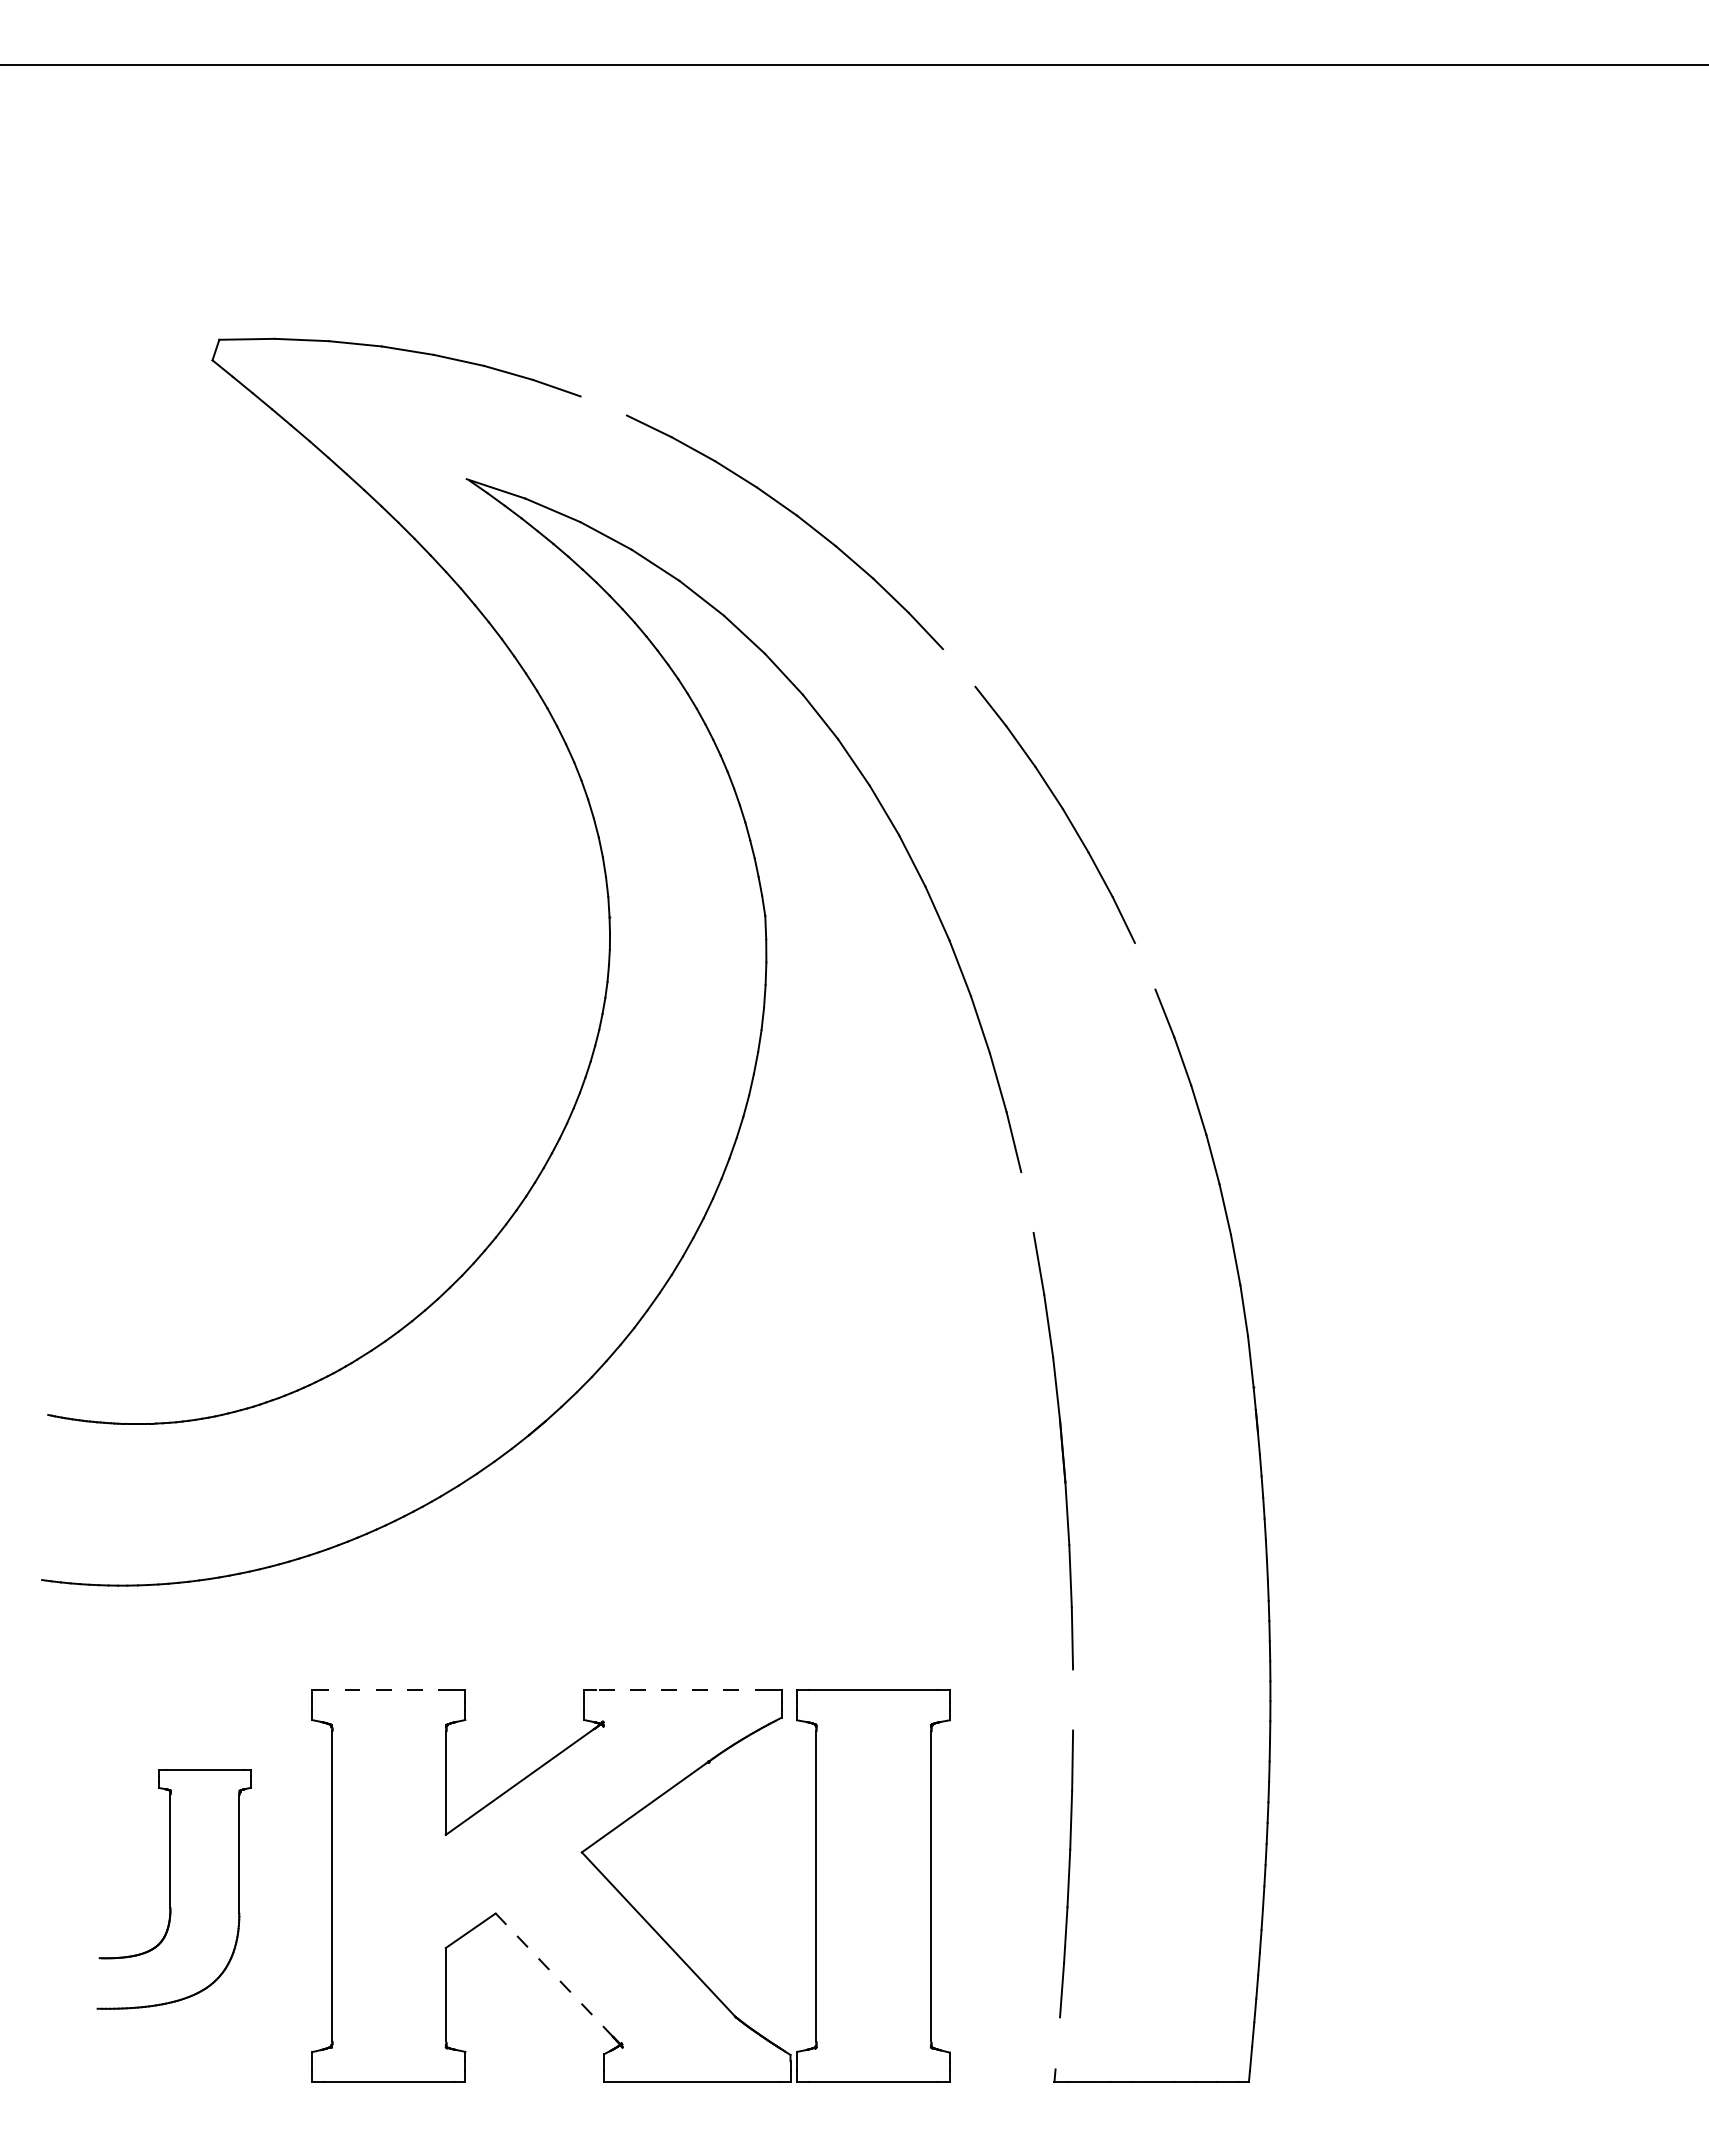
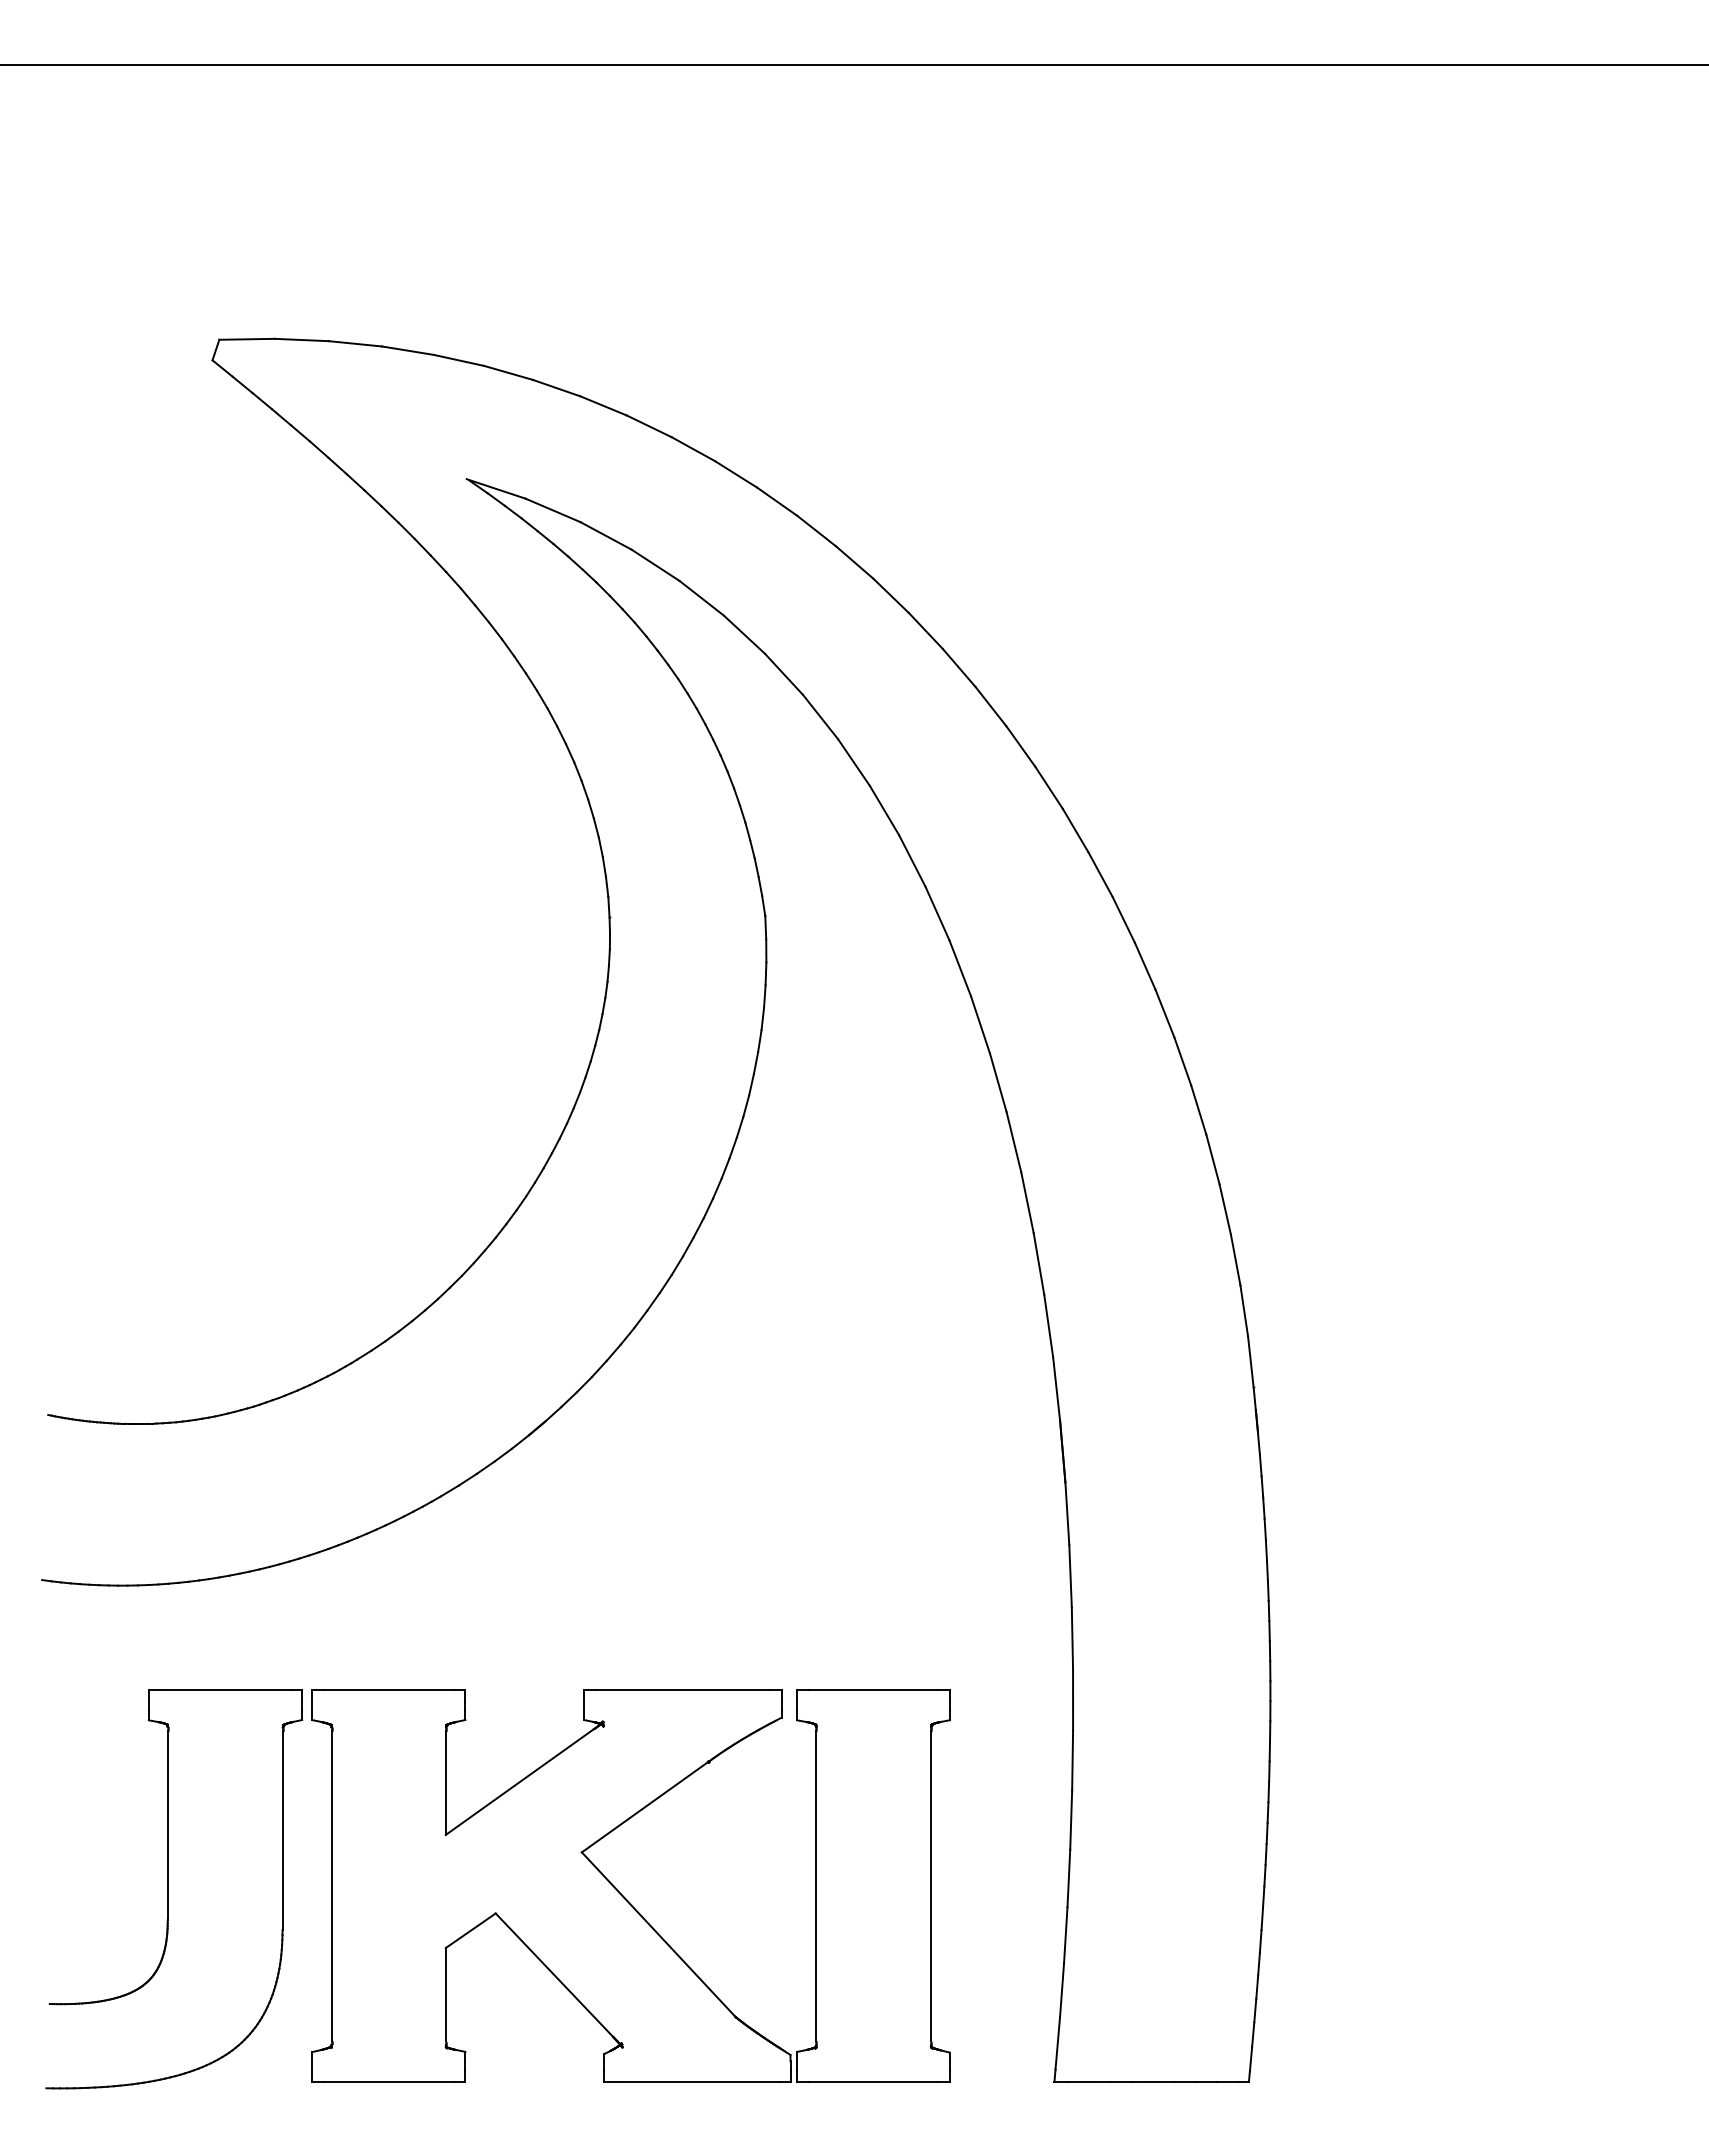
line at (603, 405): none -> present
line at (958, 667): none -> present
line at (1144, 965): none -> present
line at (1027, 1202): none -> present
line at (388, 1690): dashed -> solid
line at (682, 1690): dashed -> solid
line at (1073, 1699): none -> present
part at (173, 1889) size: 156x241 px -> 259x401 px
line at (554, 1975): dashed -> solid
line at (1057, 2043): none -> present
